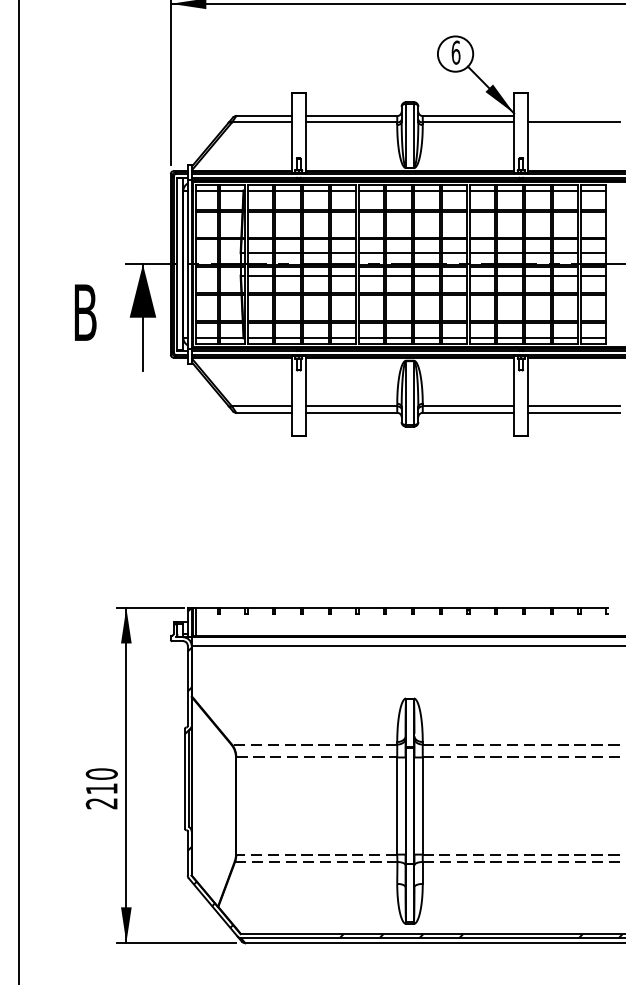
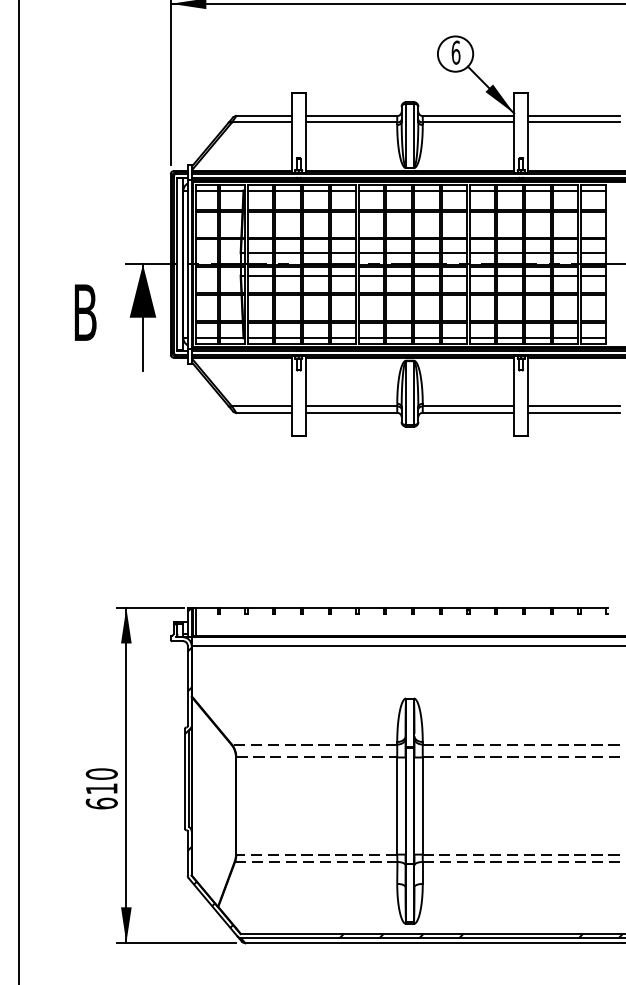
line at (573, 116): none -> present
text at (101, 803): 210 -> 610
